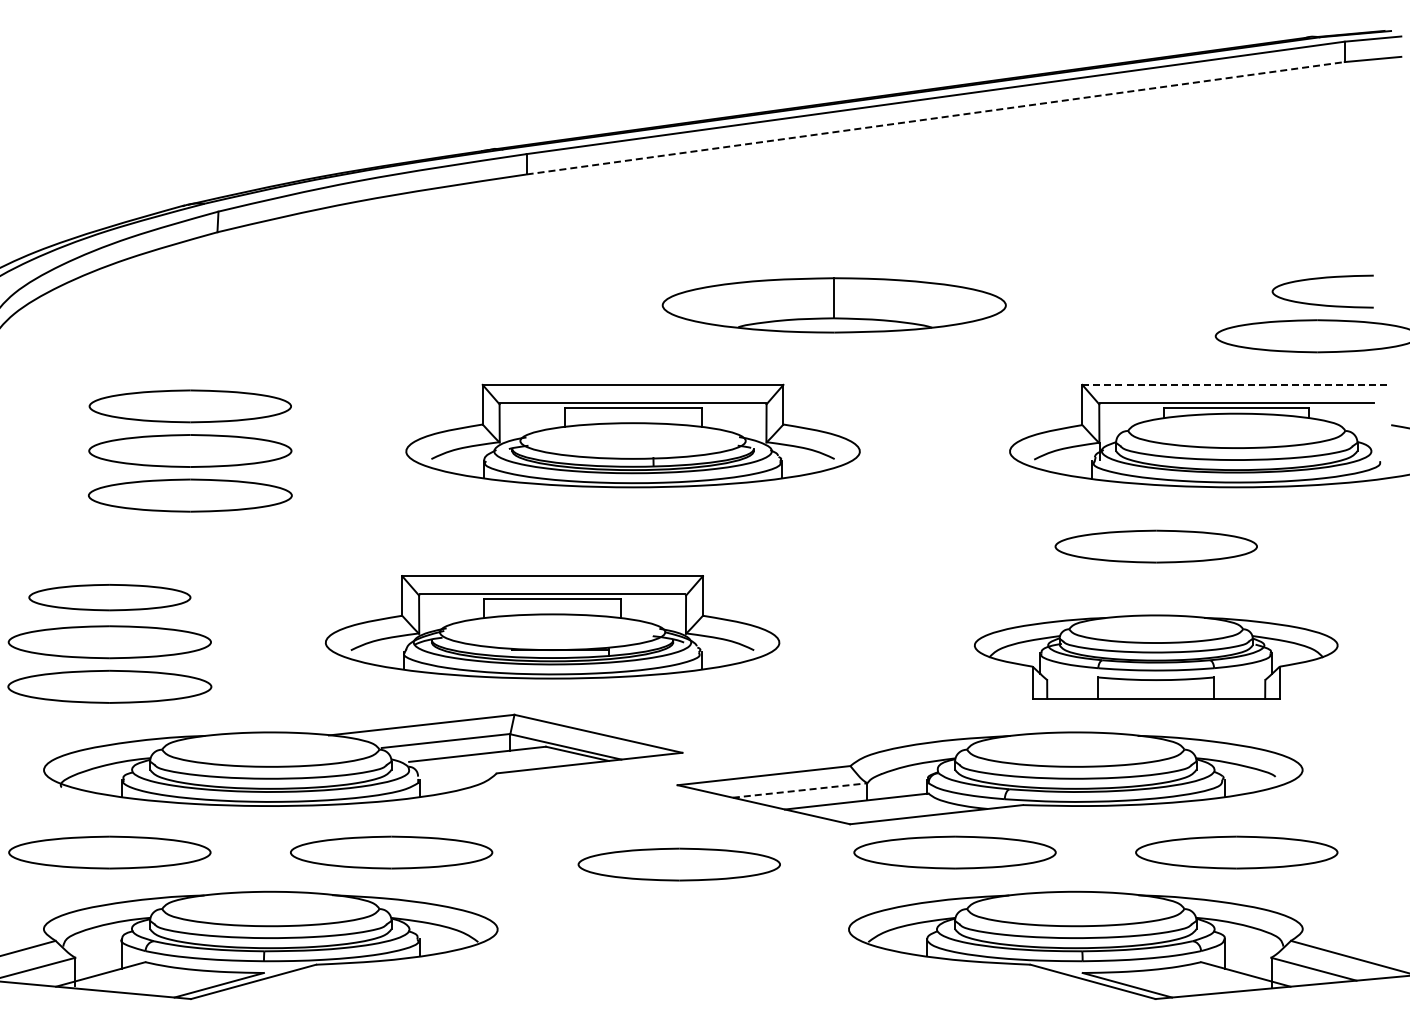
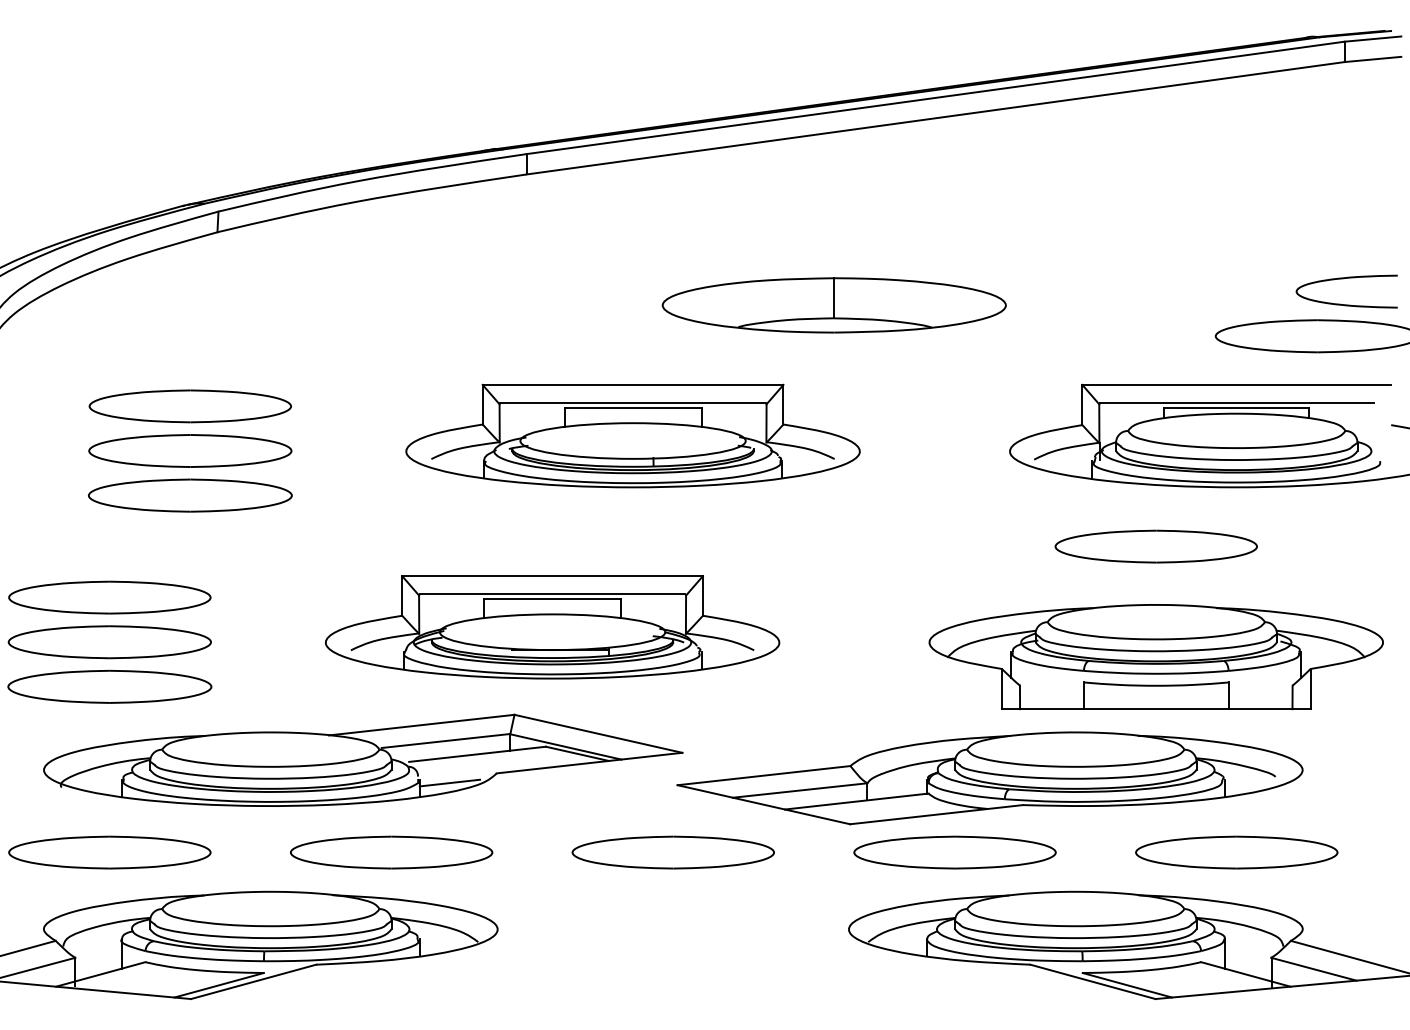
line at (935, 118): dashed -> solid
curve at (1319, 279) position: (1319, 279) -> (1343, 279)
line at (1237, 384): dashed -> solid
part at (109, 597) size: 164x28 px -> 204x35 px
part at (1156, 656) size: 365x86 px -> 456x107 px
line at (449, 782): none -> present
line at (800, 790): dashed -> solid
part at (678, 864) position: (678, 864) -> (672, 852)
